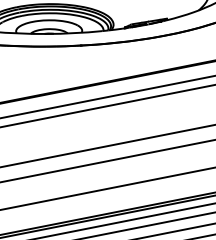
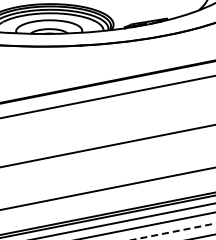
line at (107, 105): present -> none
line at (107, 160): present -> none
line at (173, 231): solid -> dashed
